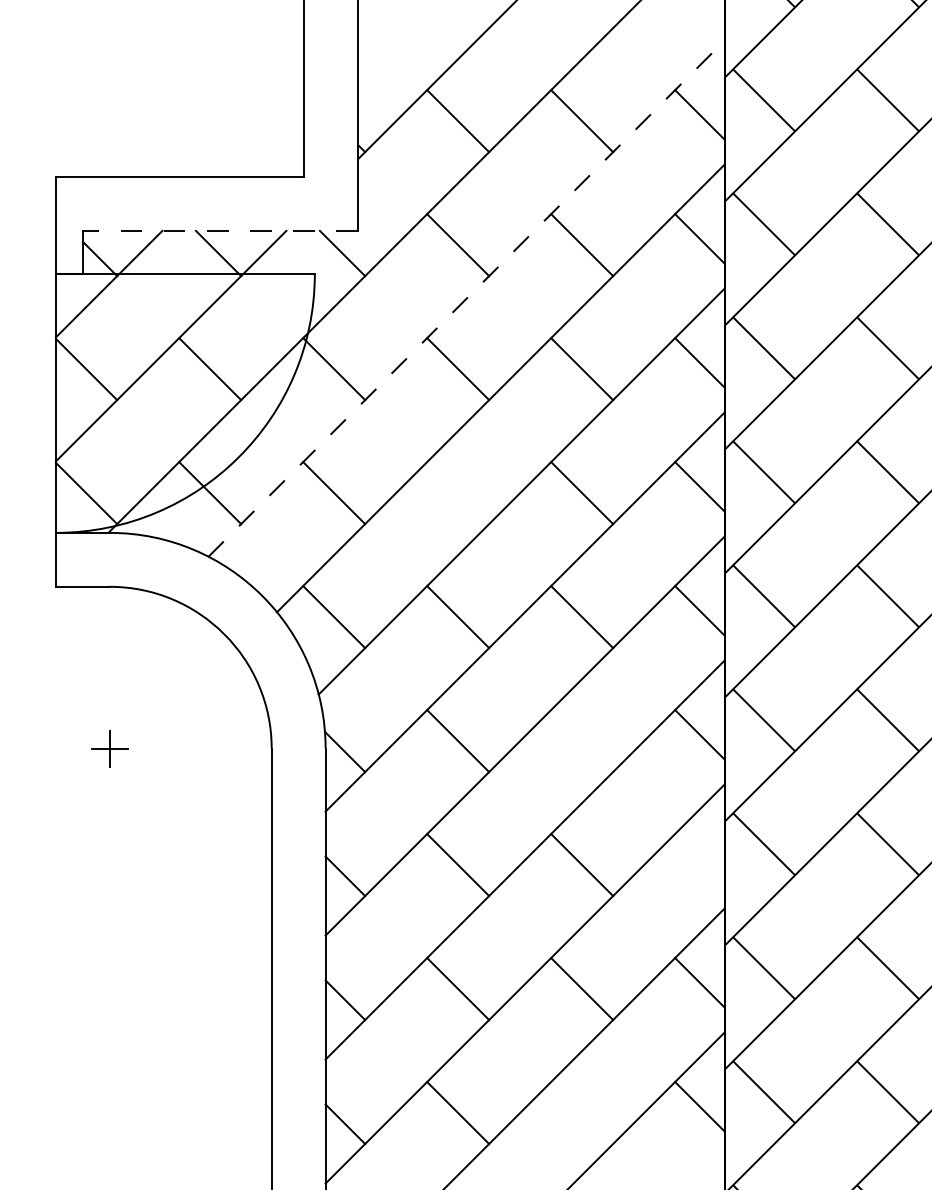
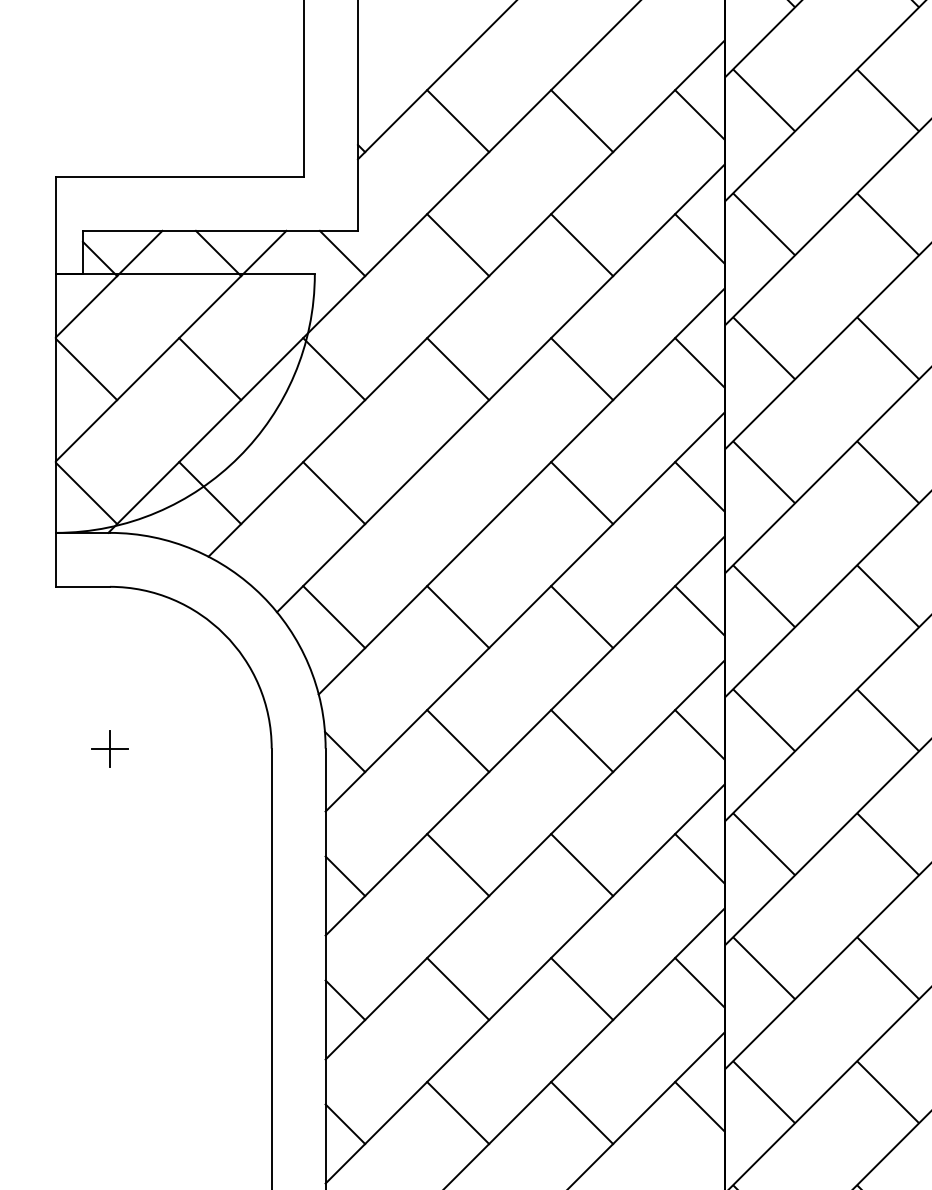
line at (220, 230): dashed -> solid
line at (466, 298): dashed -> solid
line at (582, 741): none -> present
line at (699, 858): none -> present
line at (582, 1113): none -> present
